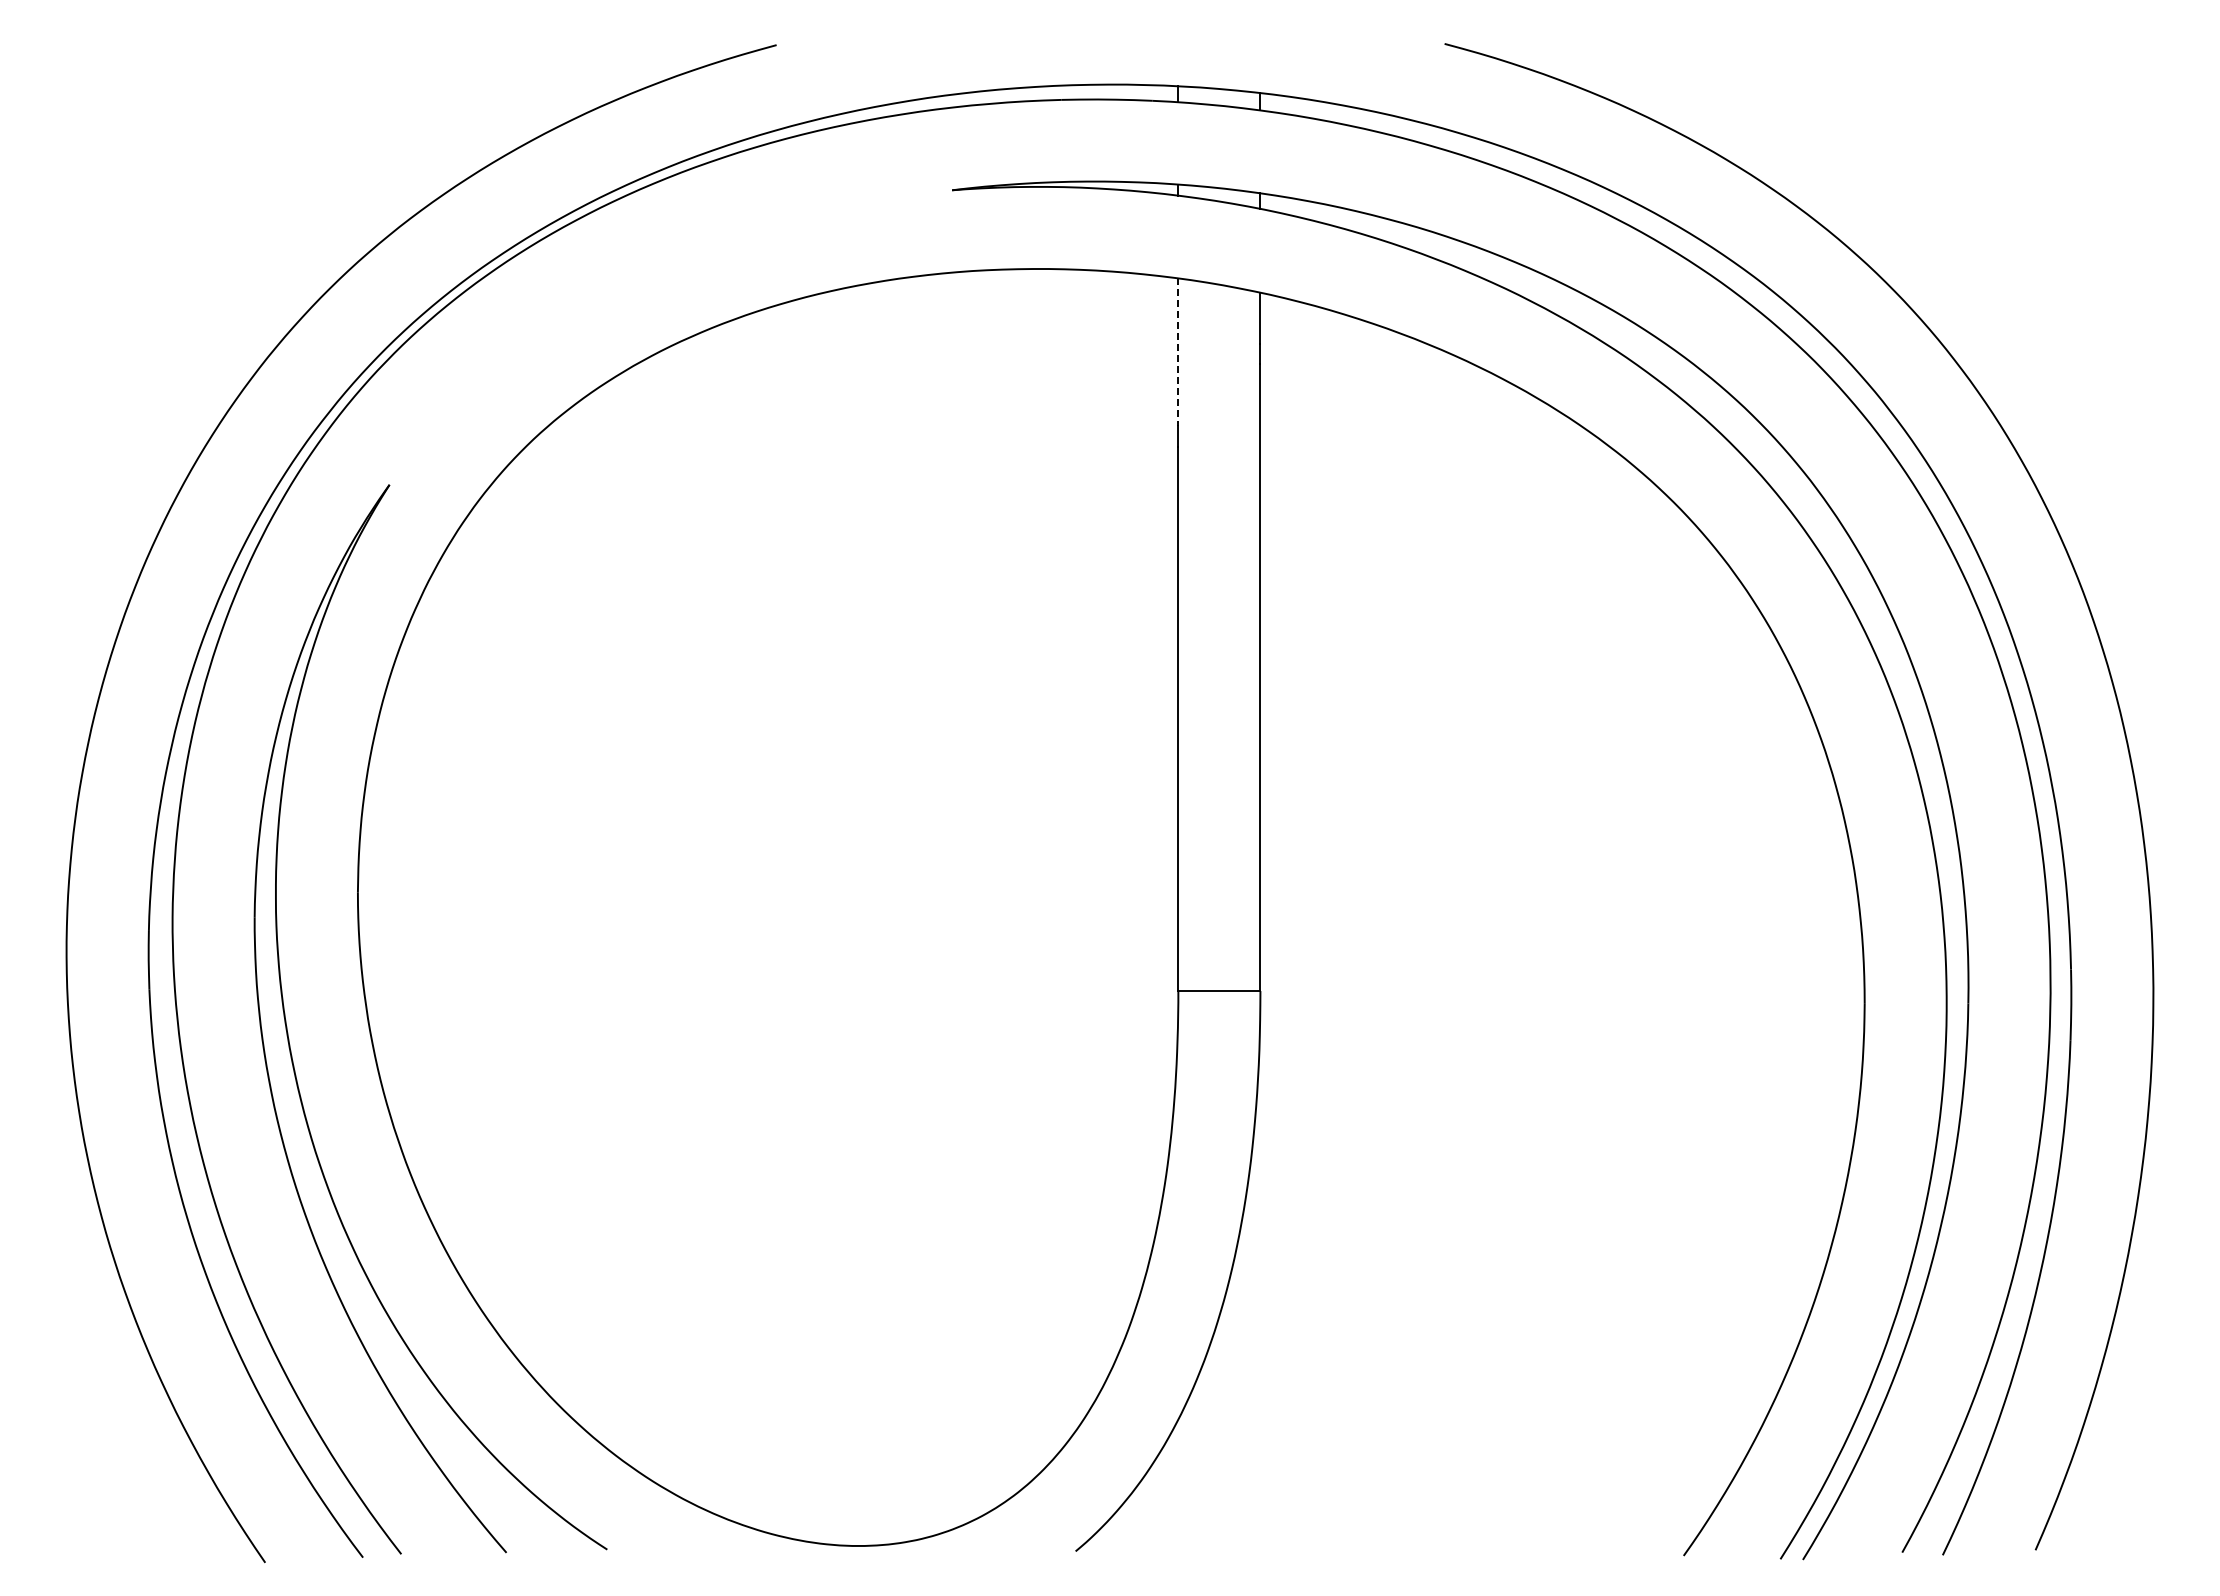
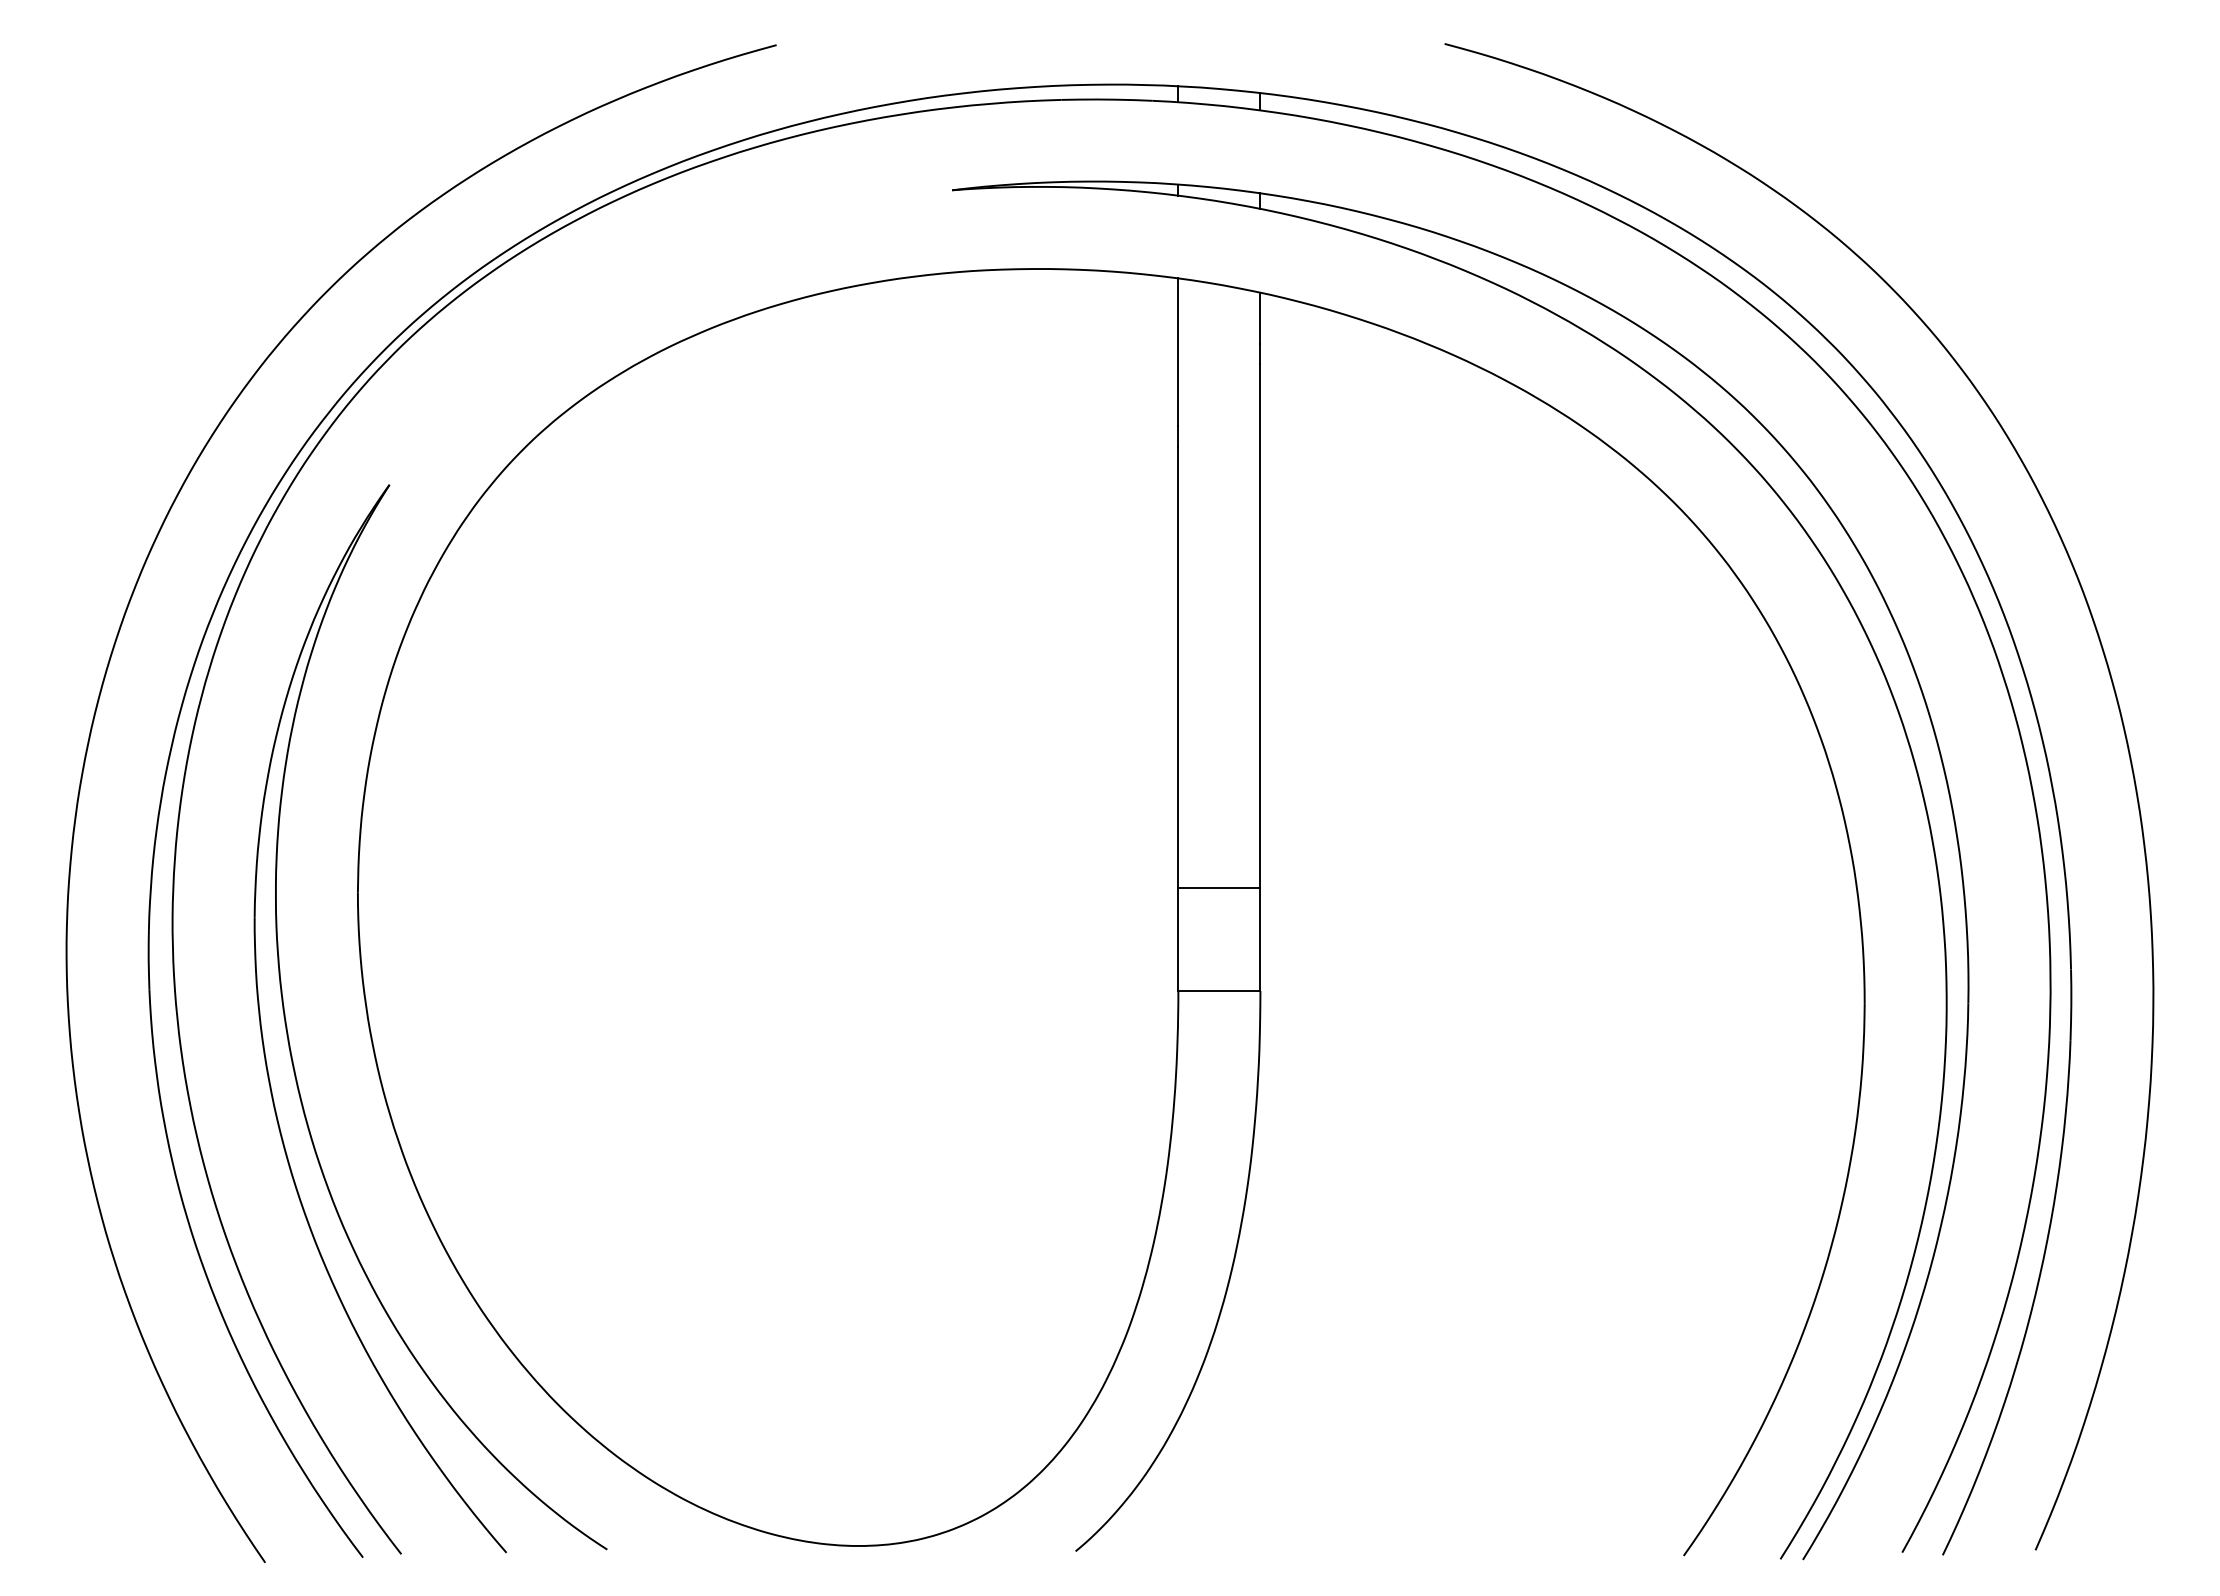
line at (1178, 352): dashed -> solid
line at (1219, 888): none -> present
